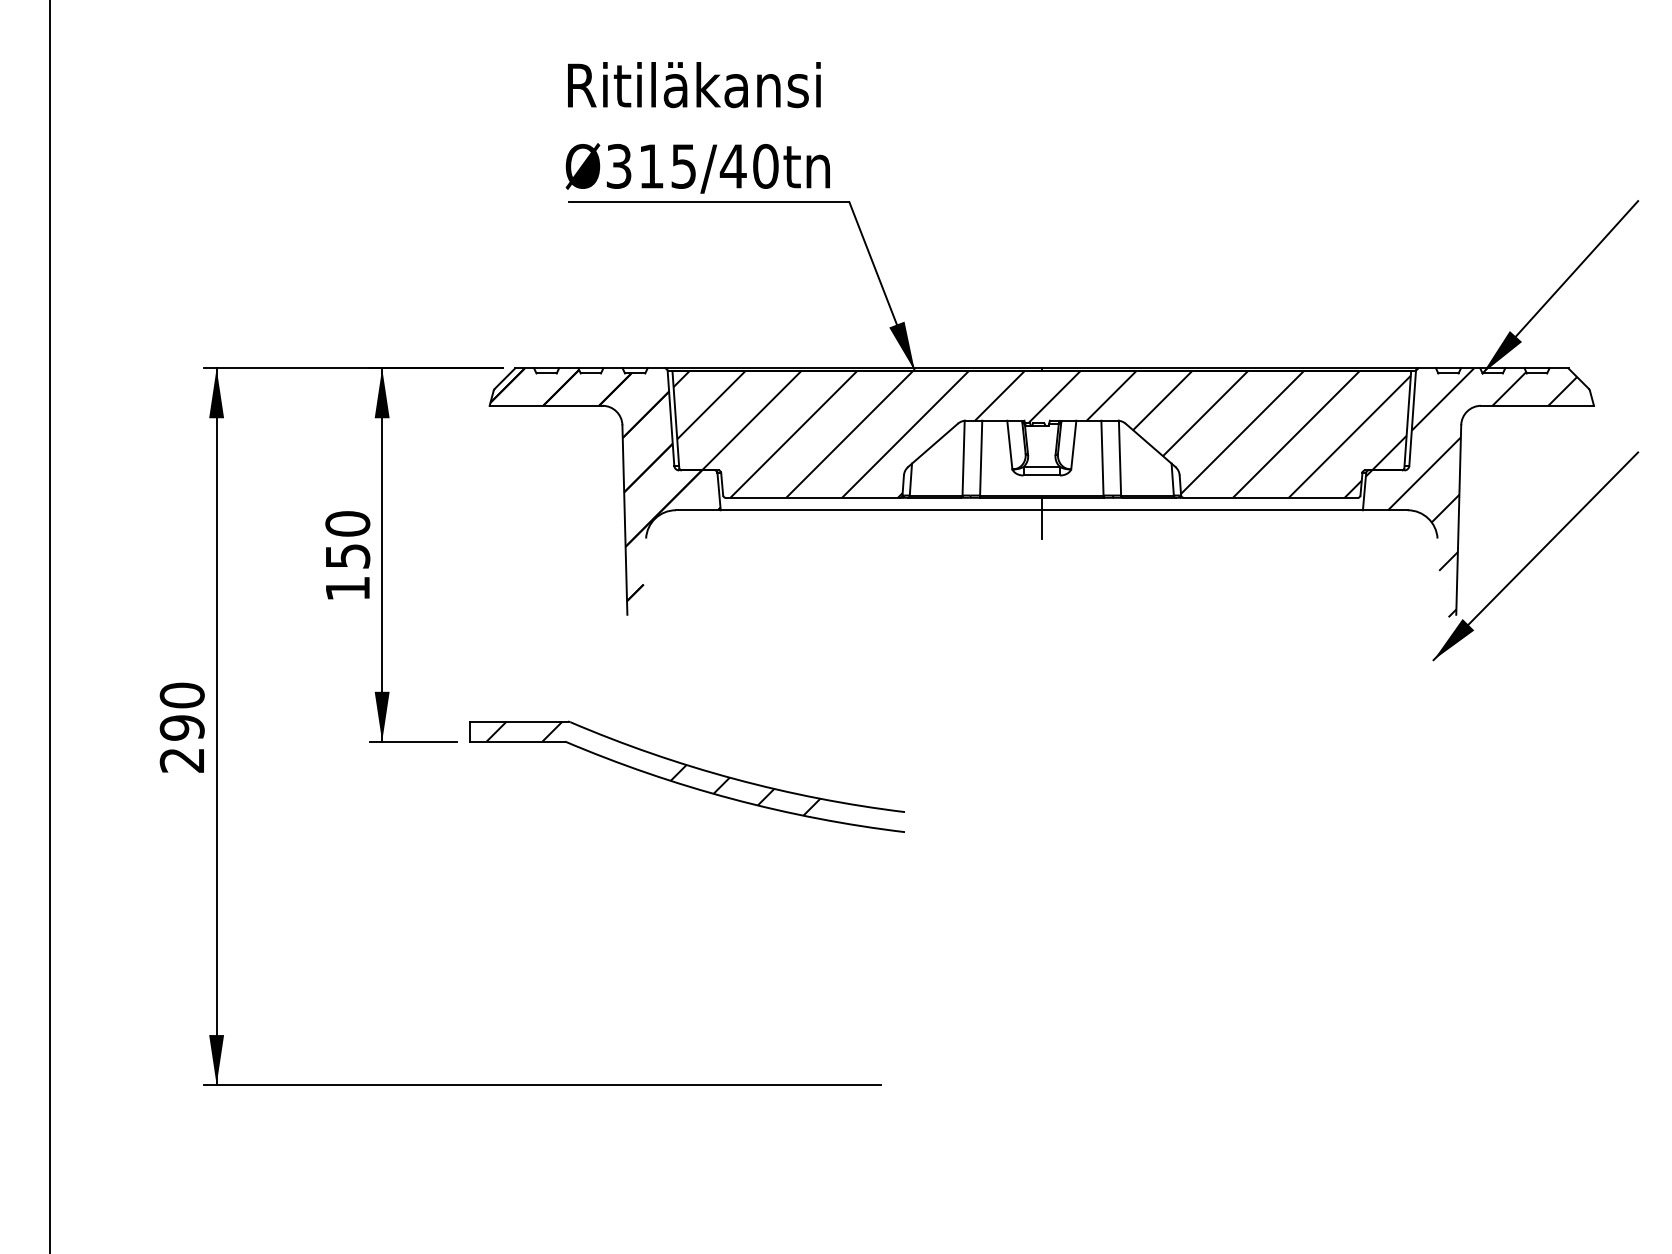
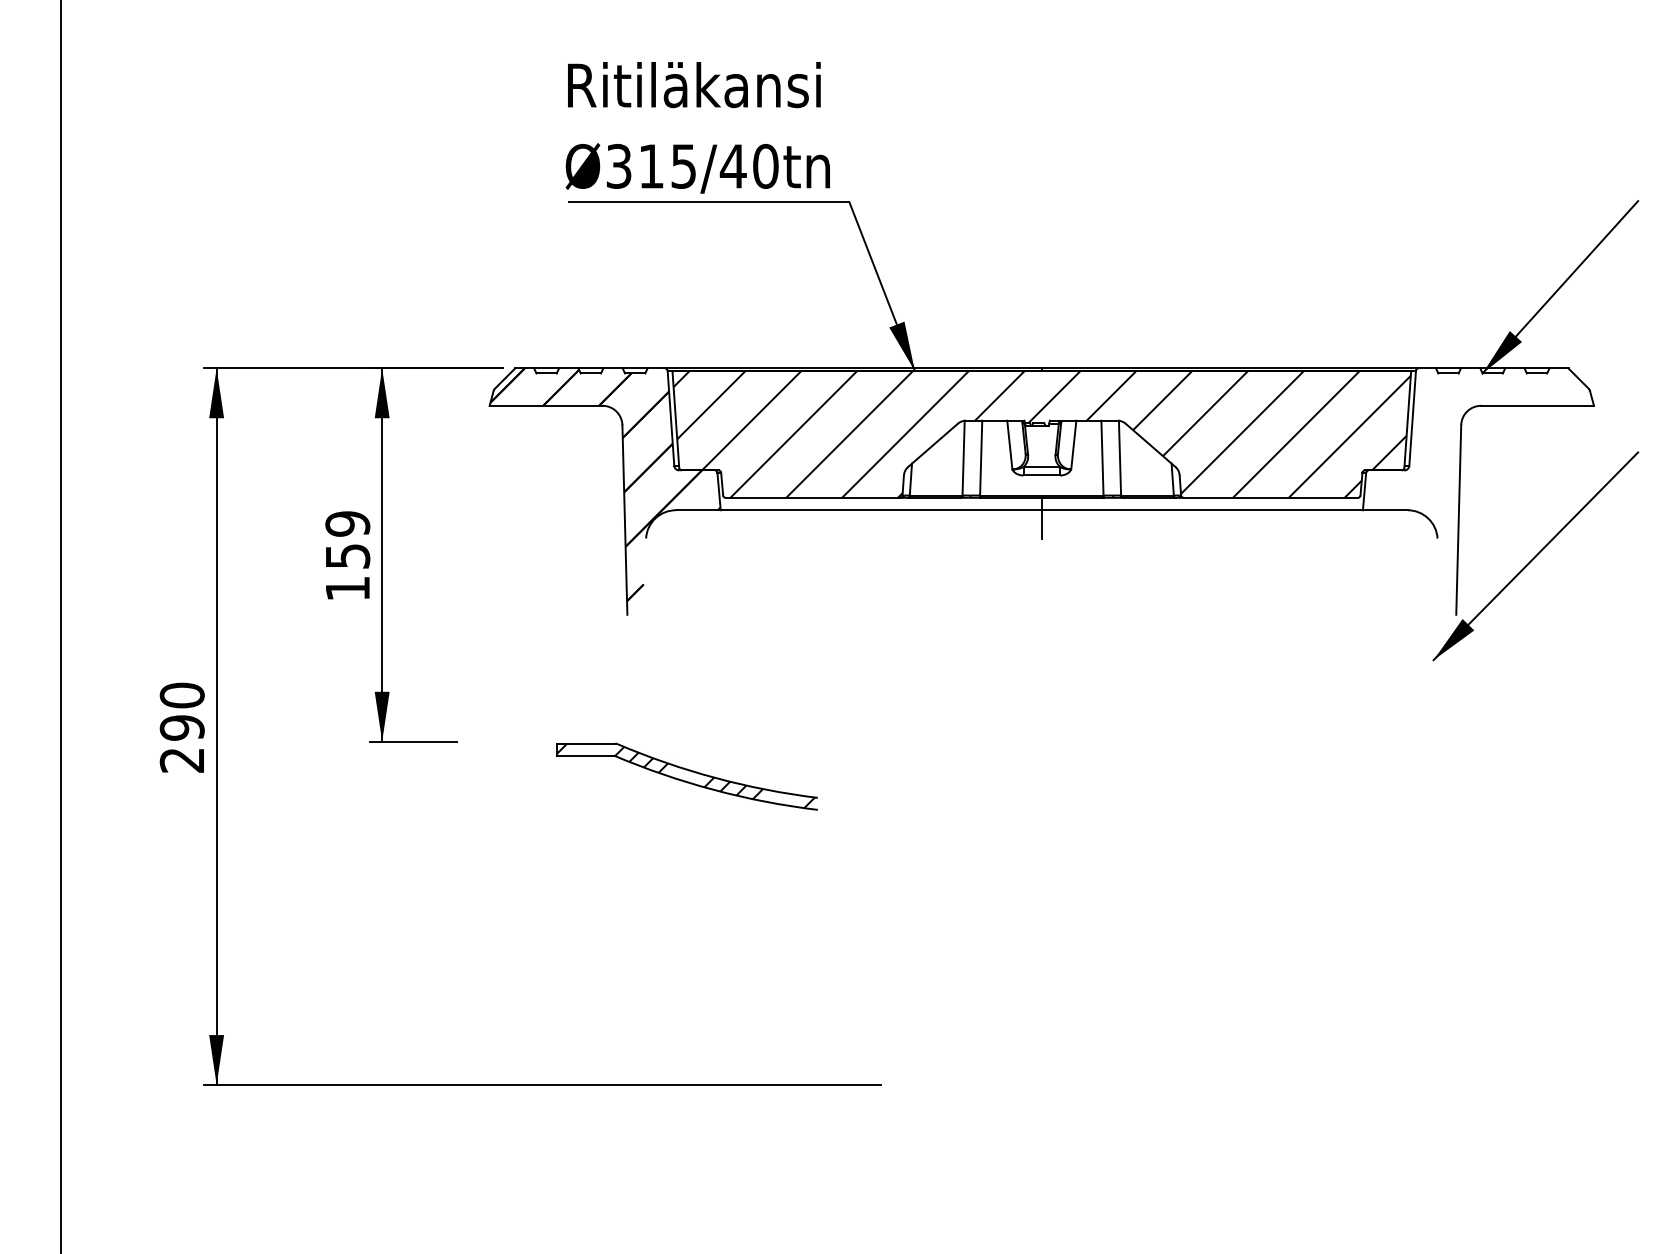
hatch at (1471, 492): present -> none
text at (347, 523): 150 -> 159
line at (50, 626) position: (50, 626) -> (61, 626)
part at (686, 776) size: 436x113 px -> 262x69 px
